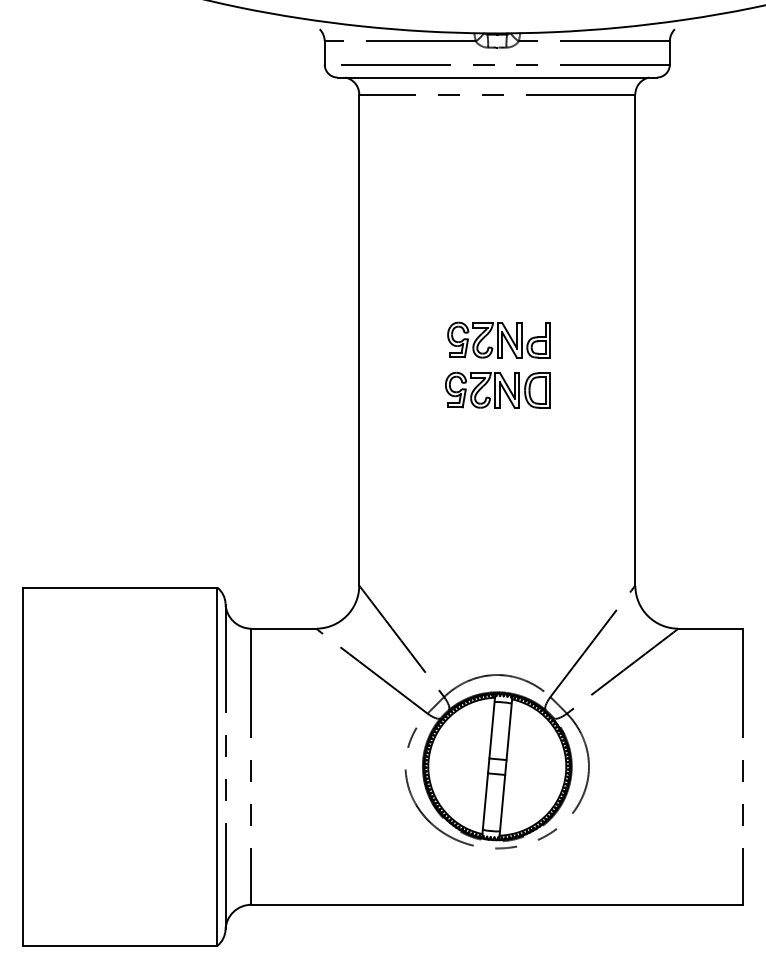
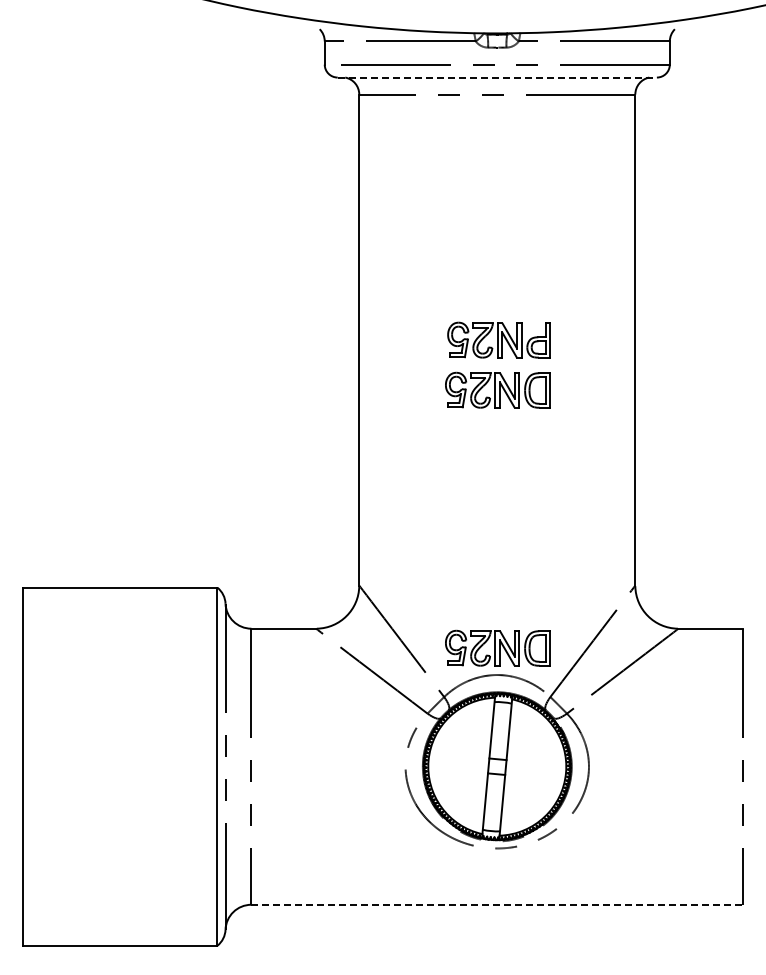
line at (497, 77): solid -> dashed
part at (497, 647): none -> present
line at (497, 904): solid -> dashed
